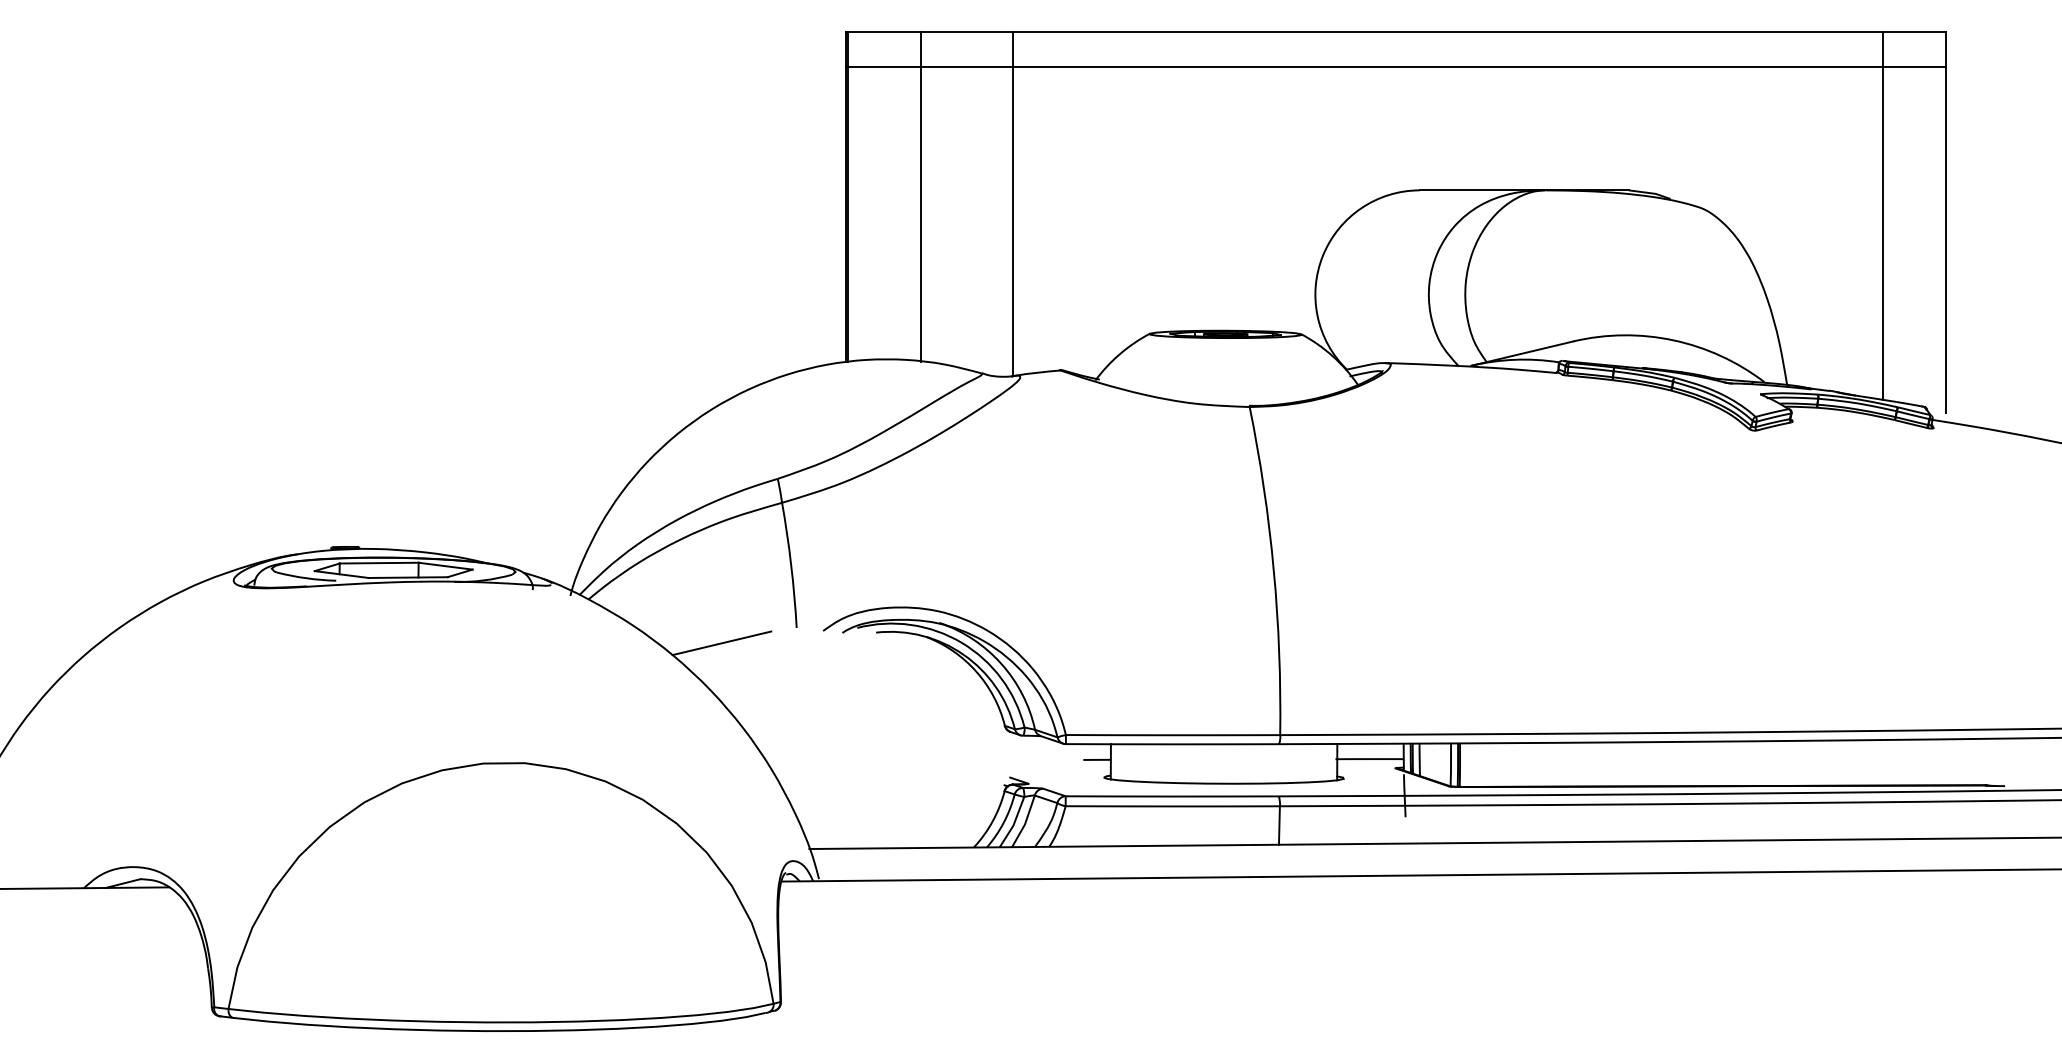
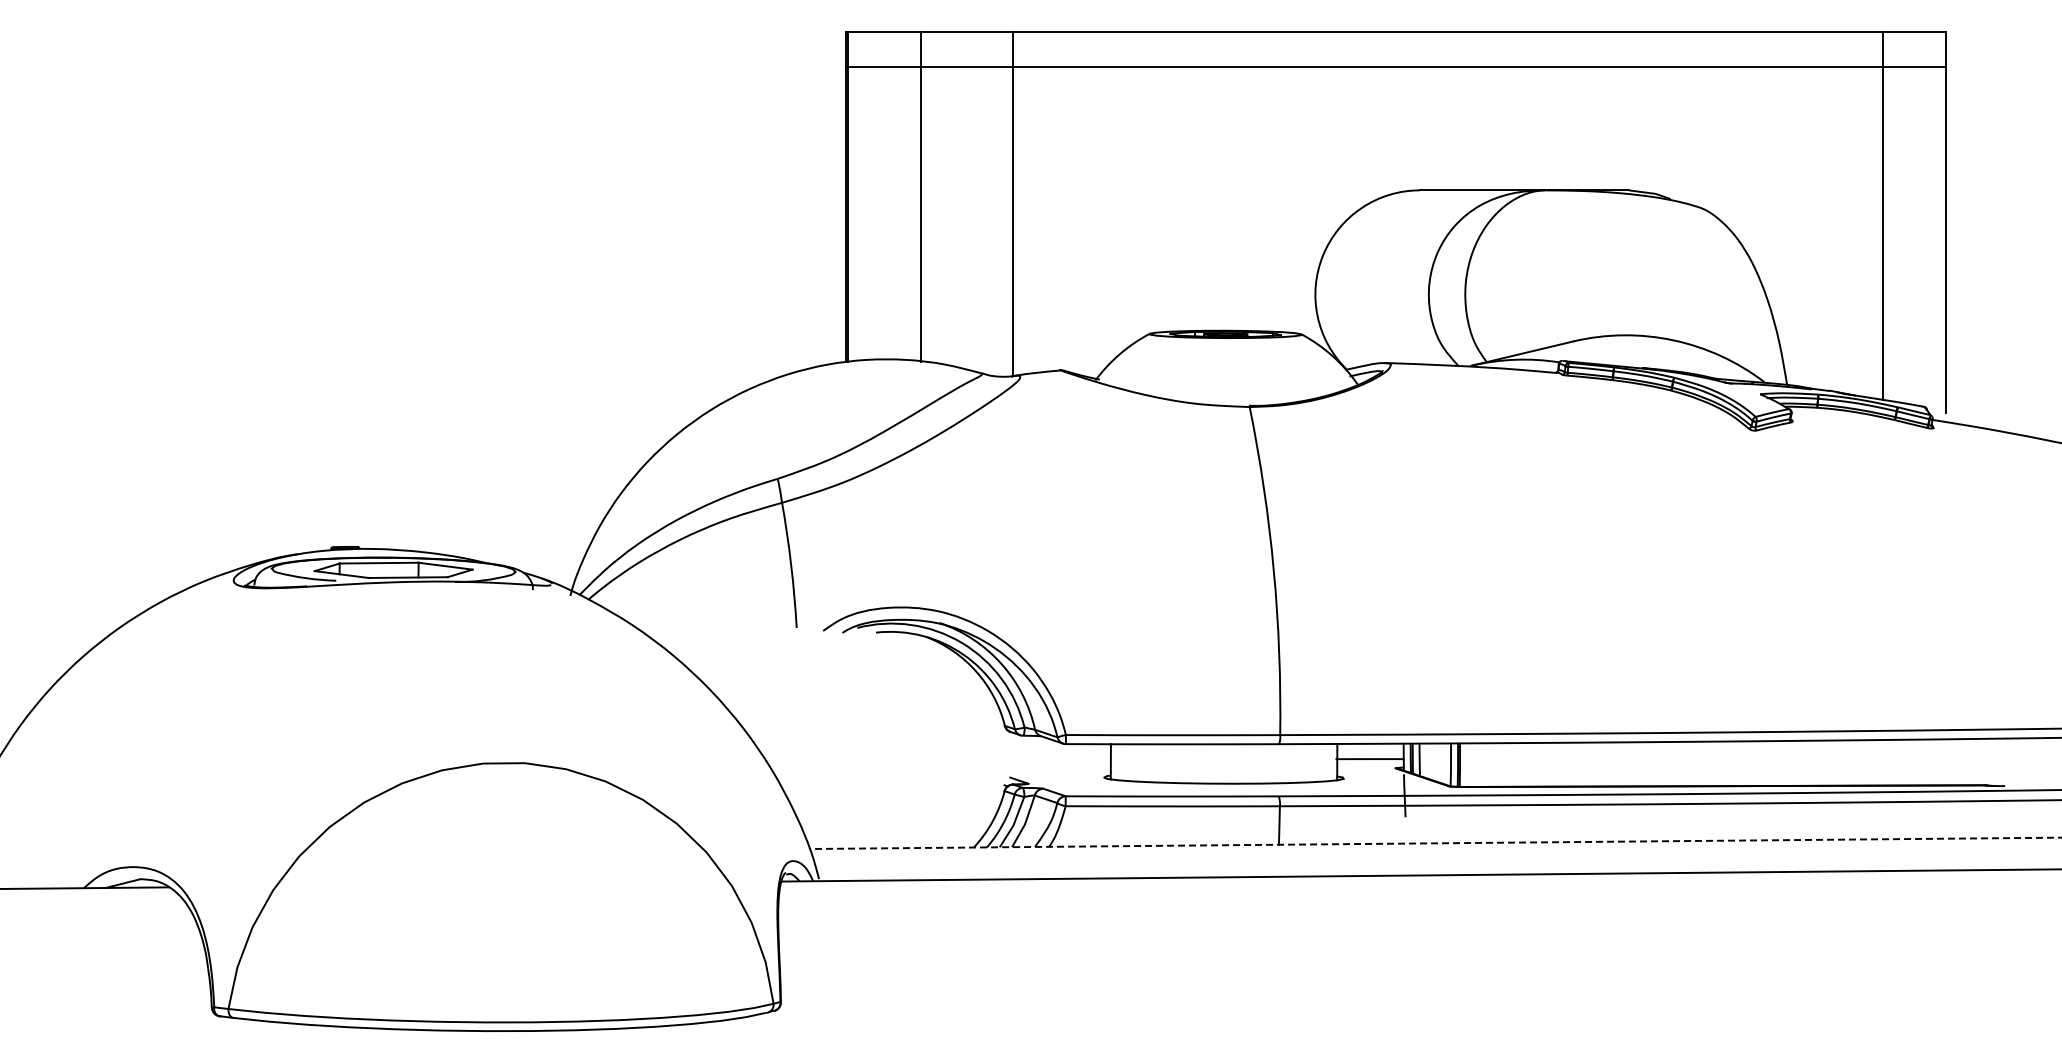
line at (721, 643): present -> none
line at (1097, 759): present -> none
line at (1435, 843): solid -> dashed
